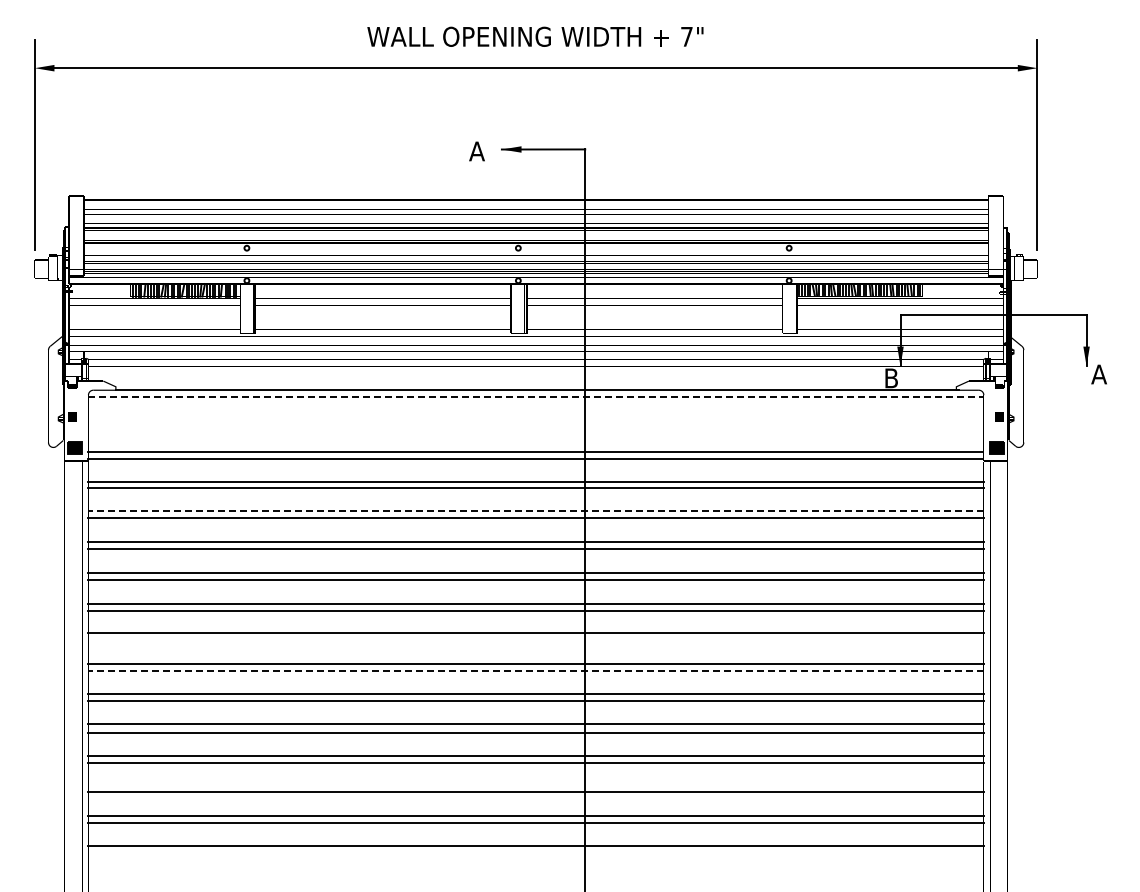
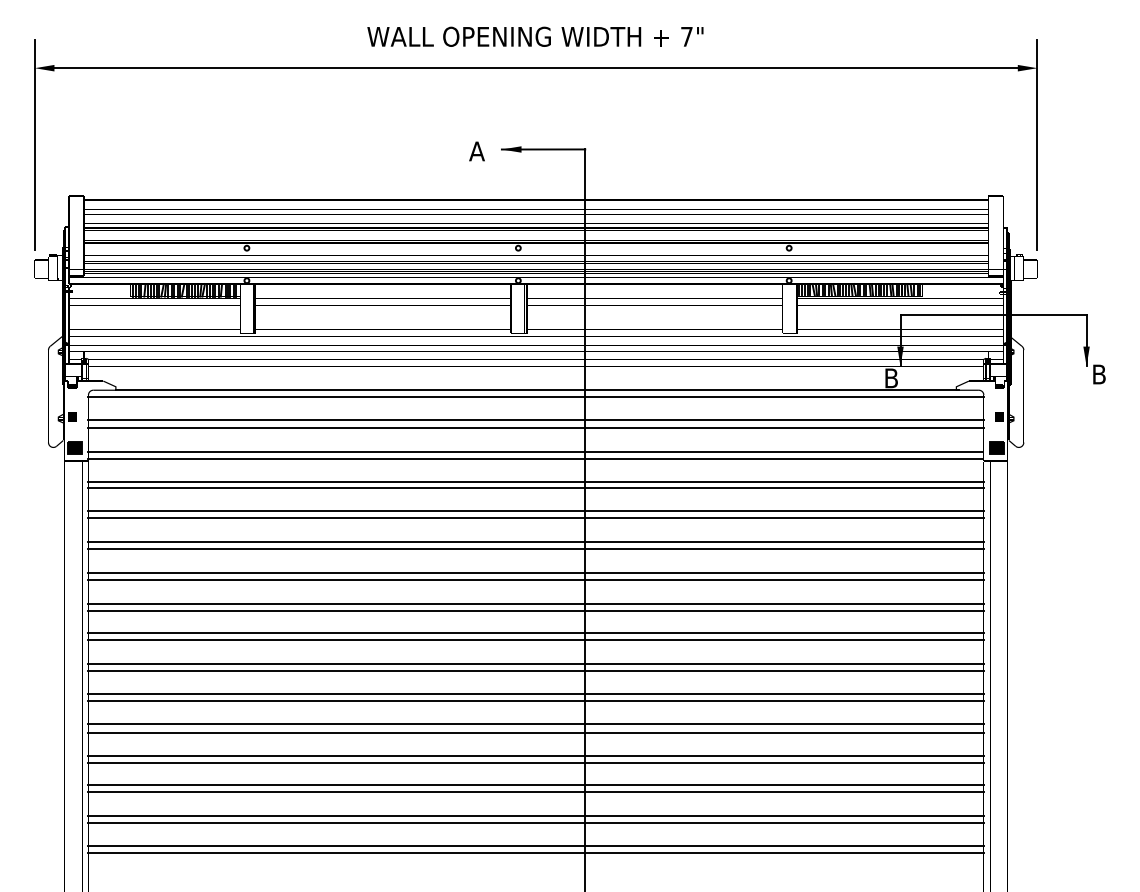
text at (1098, 374): A -> B
line at (536, 397): dashed -> solid
line at (535, 419): none -> present
line at (535, 427): none -> present
line at (536, 511): dashed -> solid
line at (535, 640): none -> present
line at (536, 671): dashed -> solid
line at (535, 785): none -> present
line at (535, 852): none -> present
